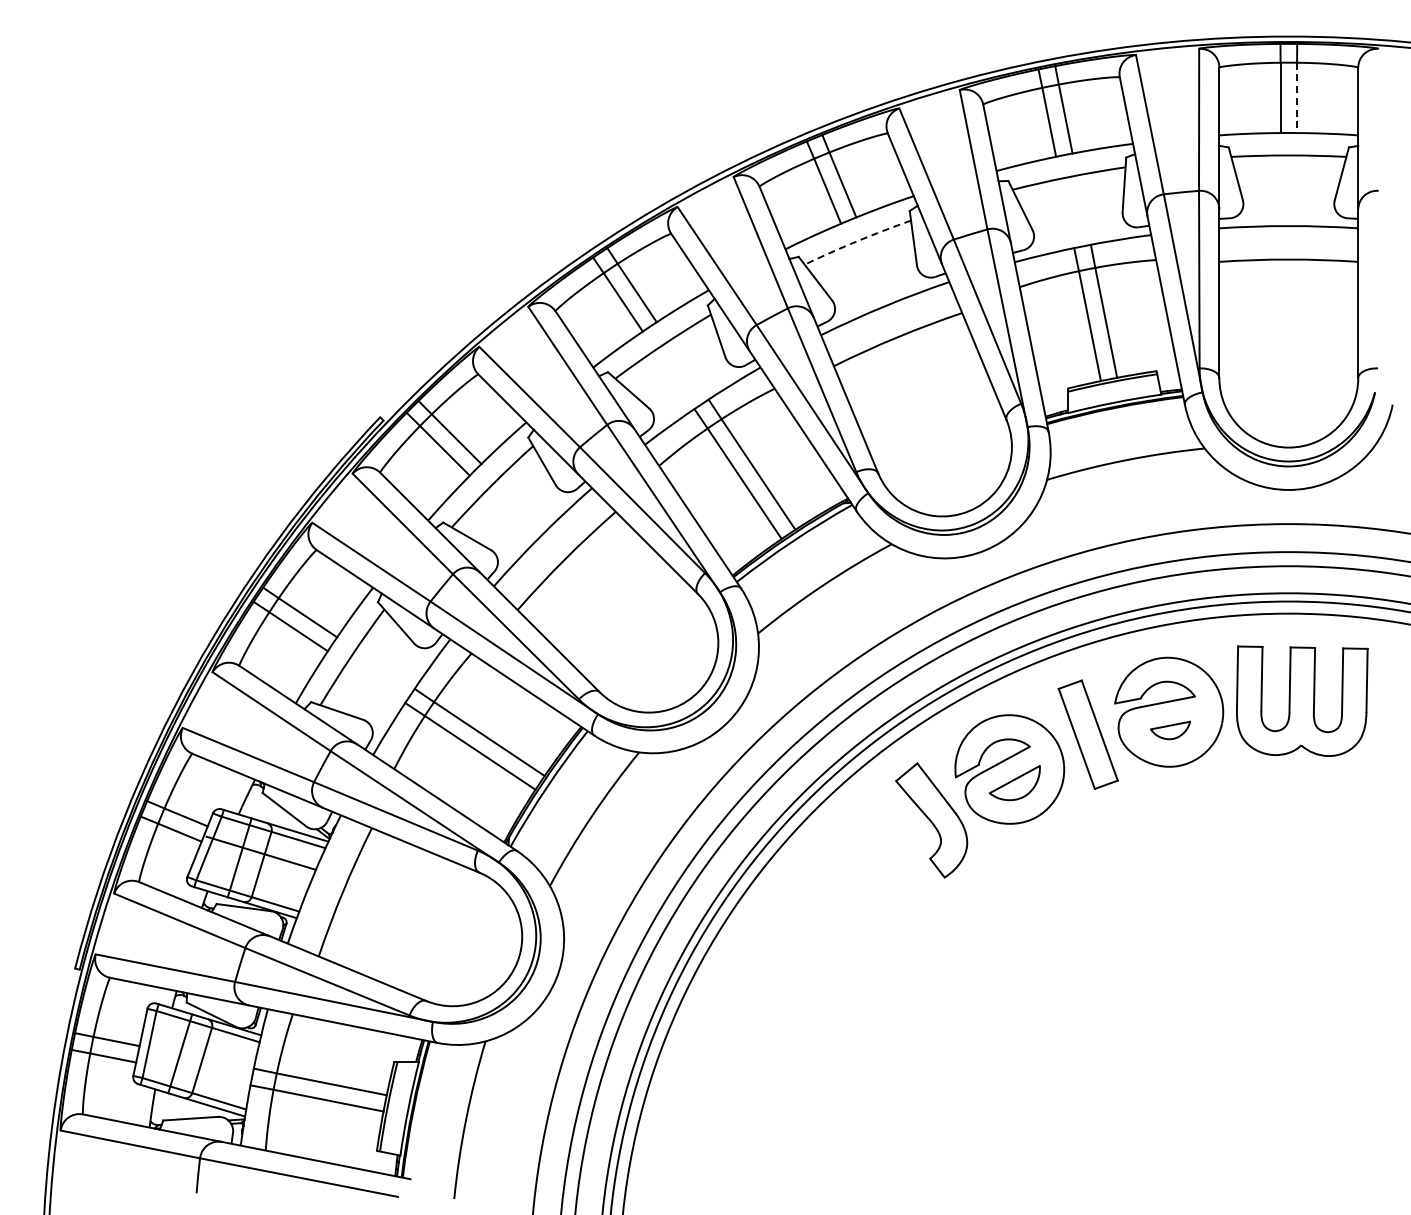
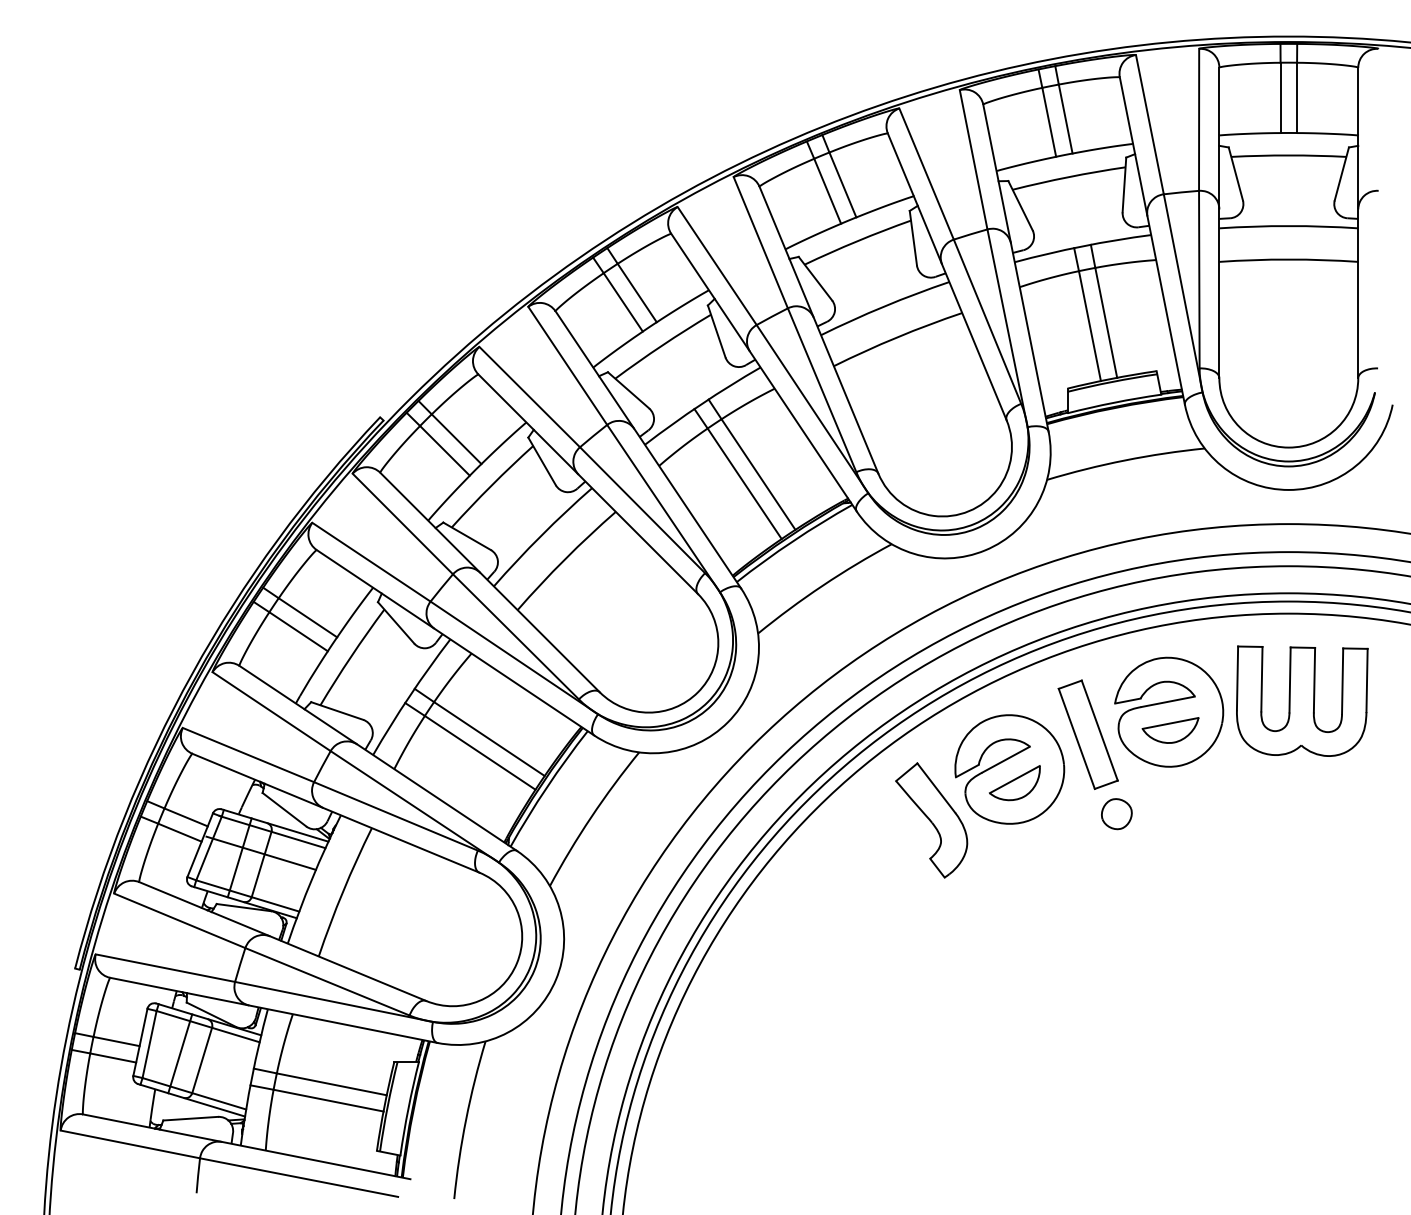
line at (1297, 98): dashed -> solid
arc at (857, 241): dashed -> solid
part at (1170, 730) size: 41x21 px -> 59x27 px
part at (1116, 814): none -> present
